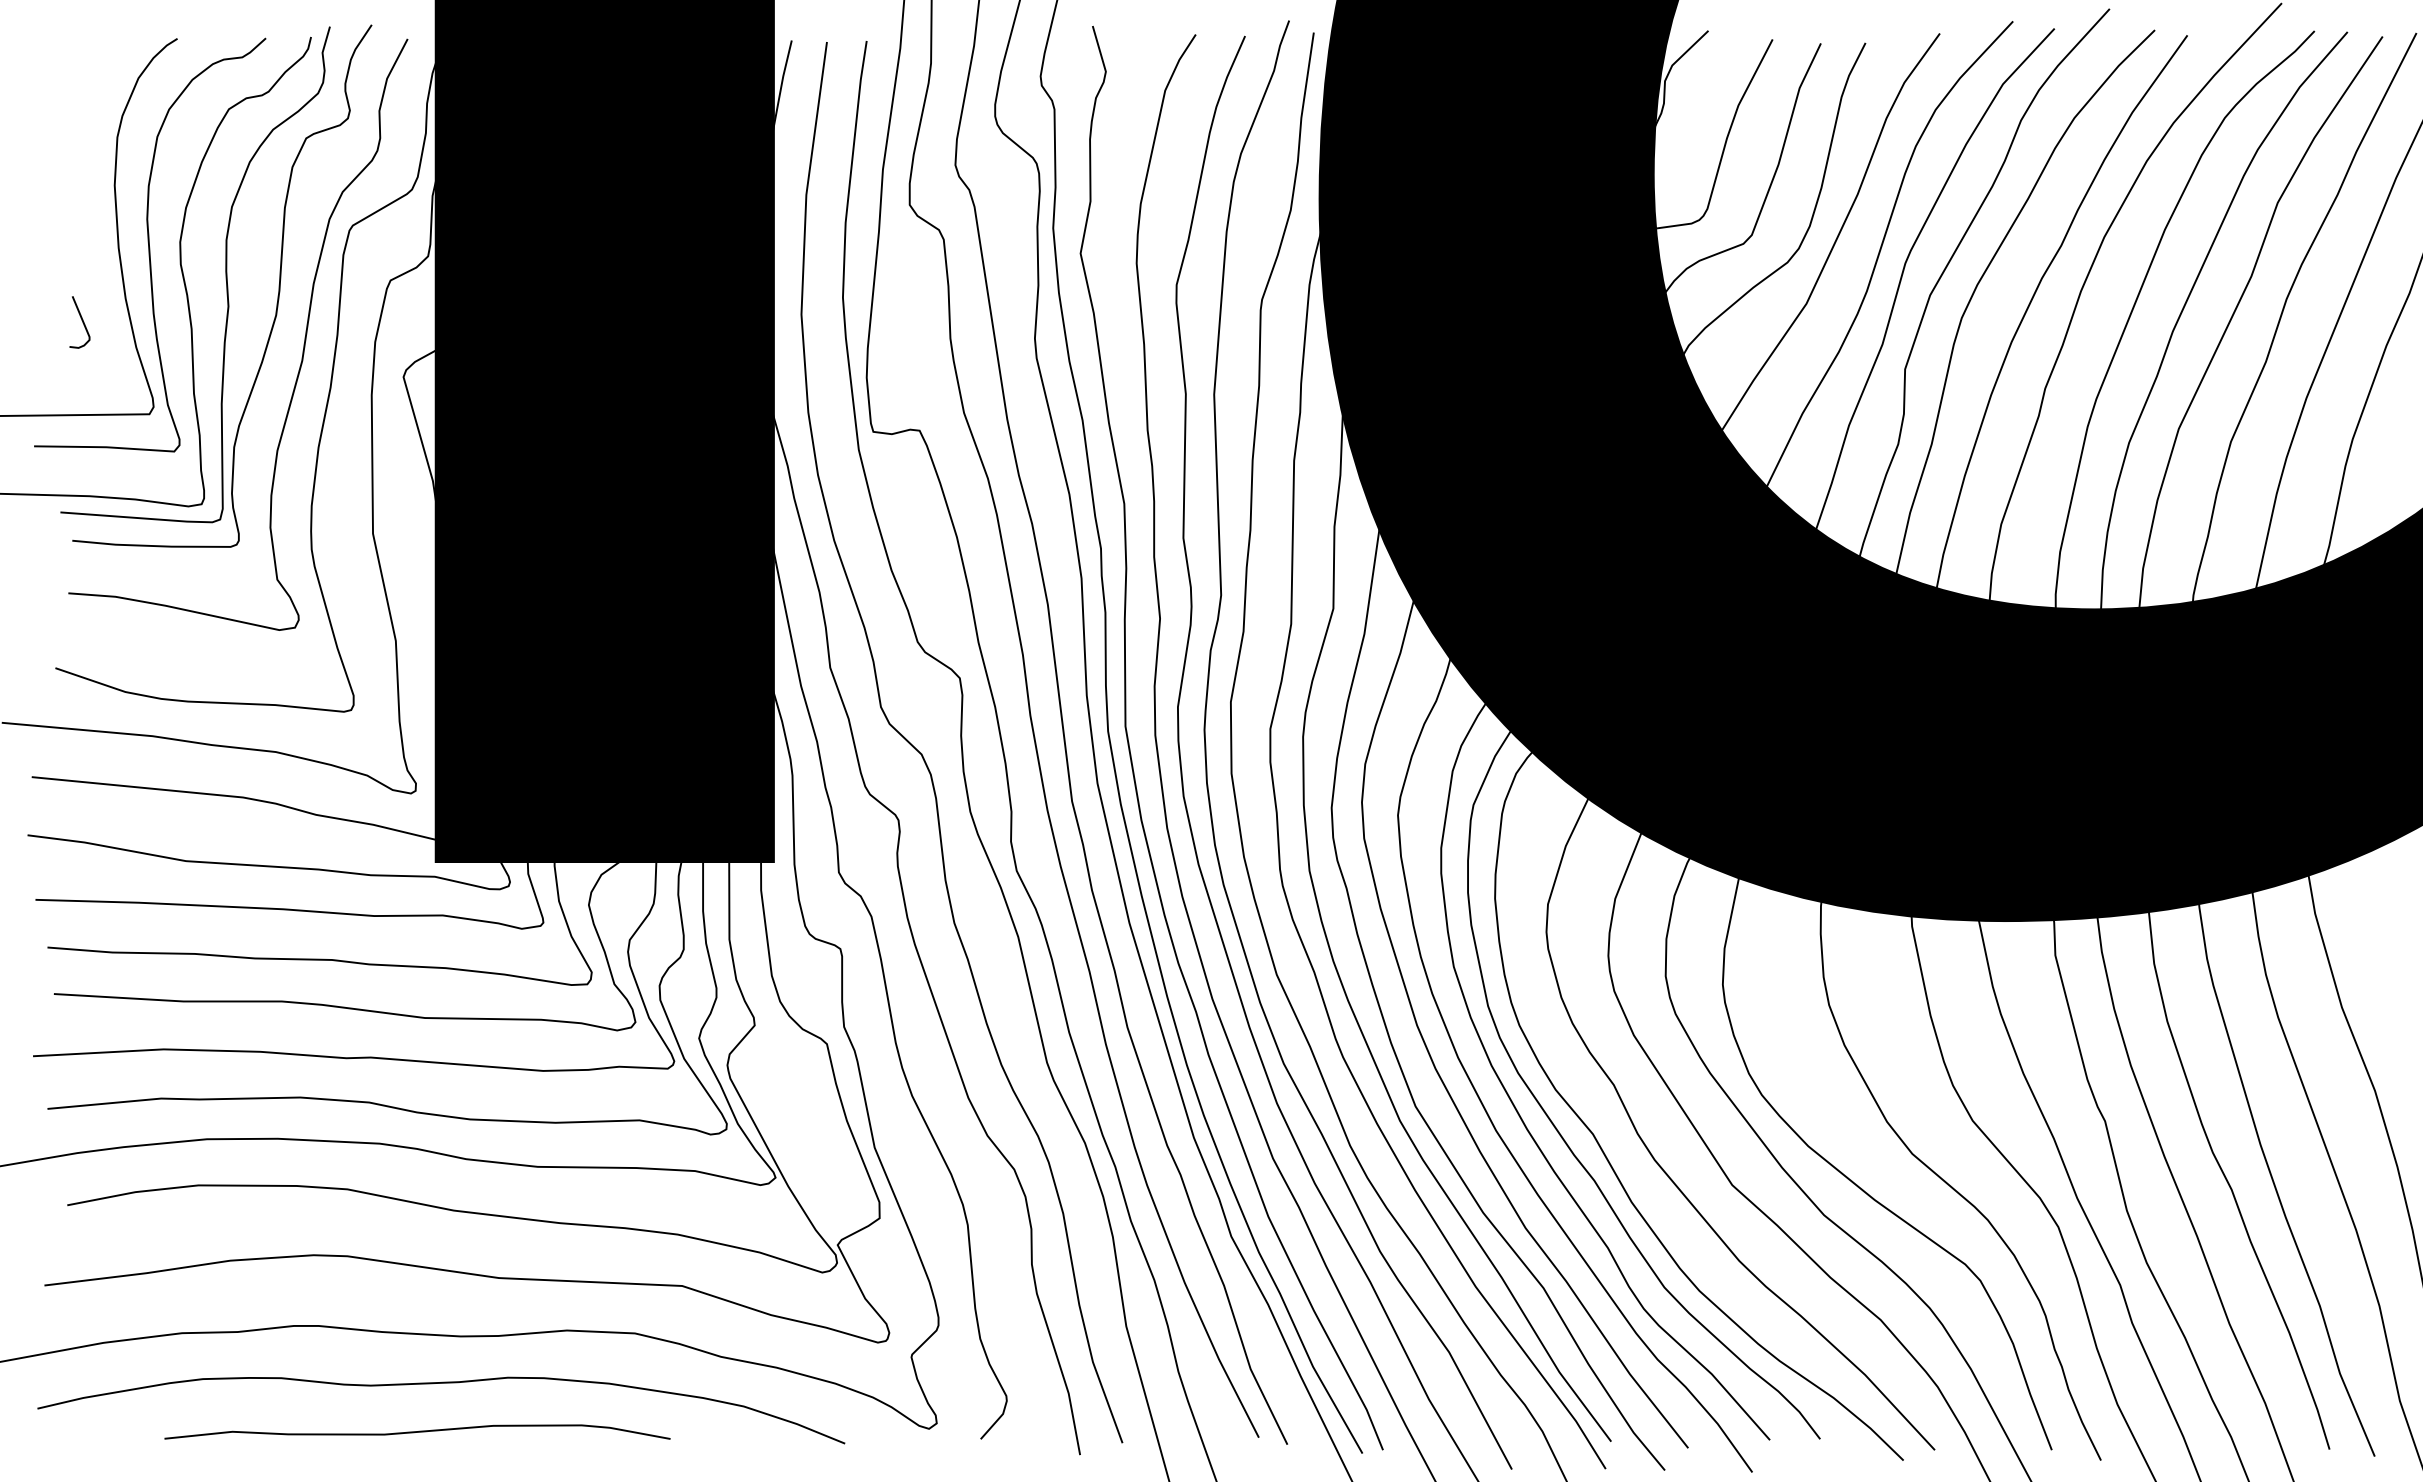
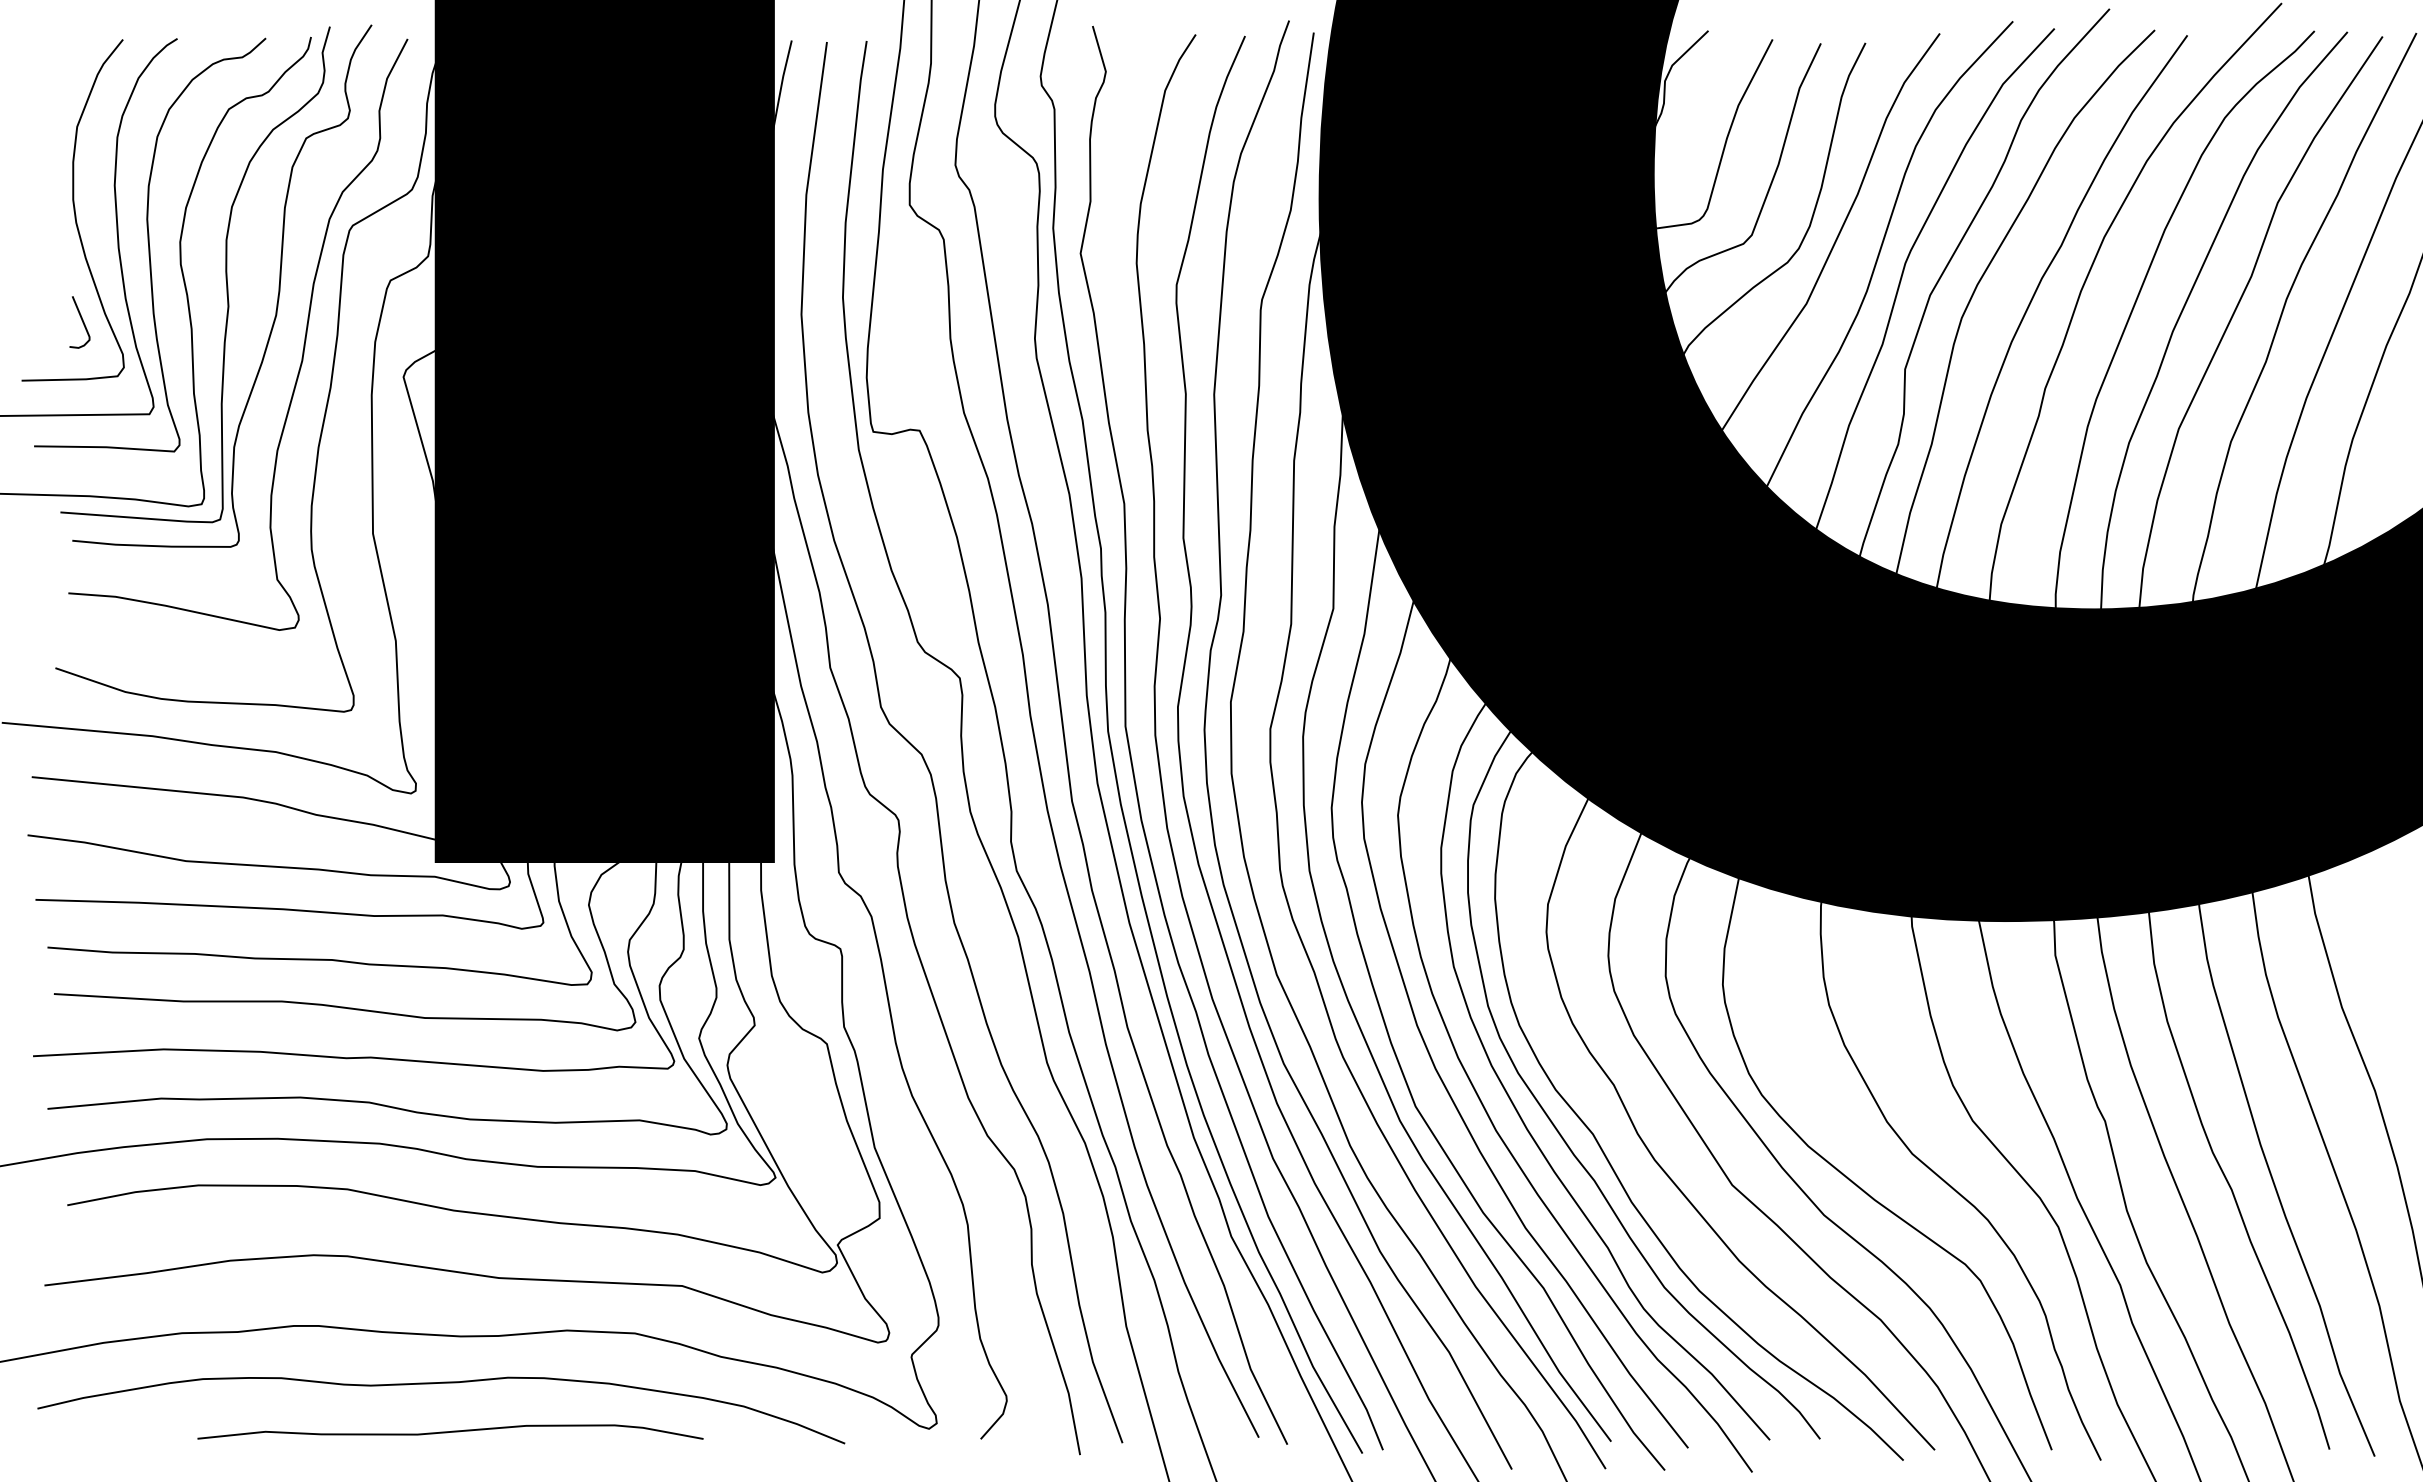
curve at (73, 210): none -> present
curve at (417, 1431) position: (417, 1431) -> (450, 1431)
